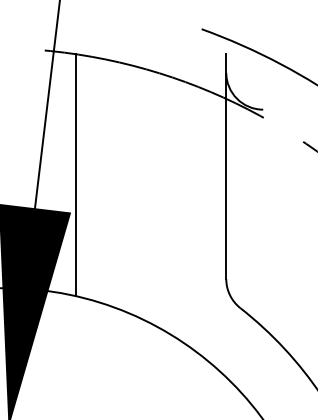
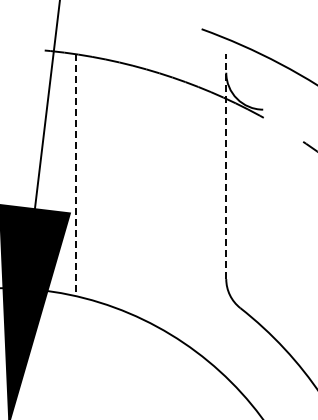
line at (226, 166): solid -> dashed
line at (76, 175): solid -> dashed
